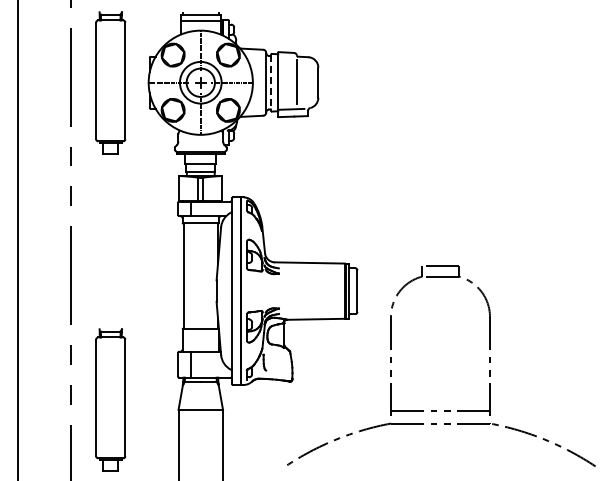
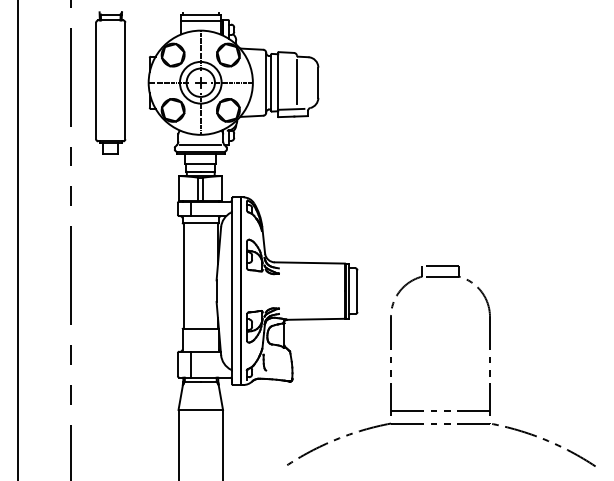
line at (270, 82): dashed -> solid
line at (200, 145): none -> present
part at (110, 399): present -> none
